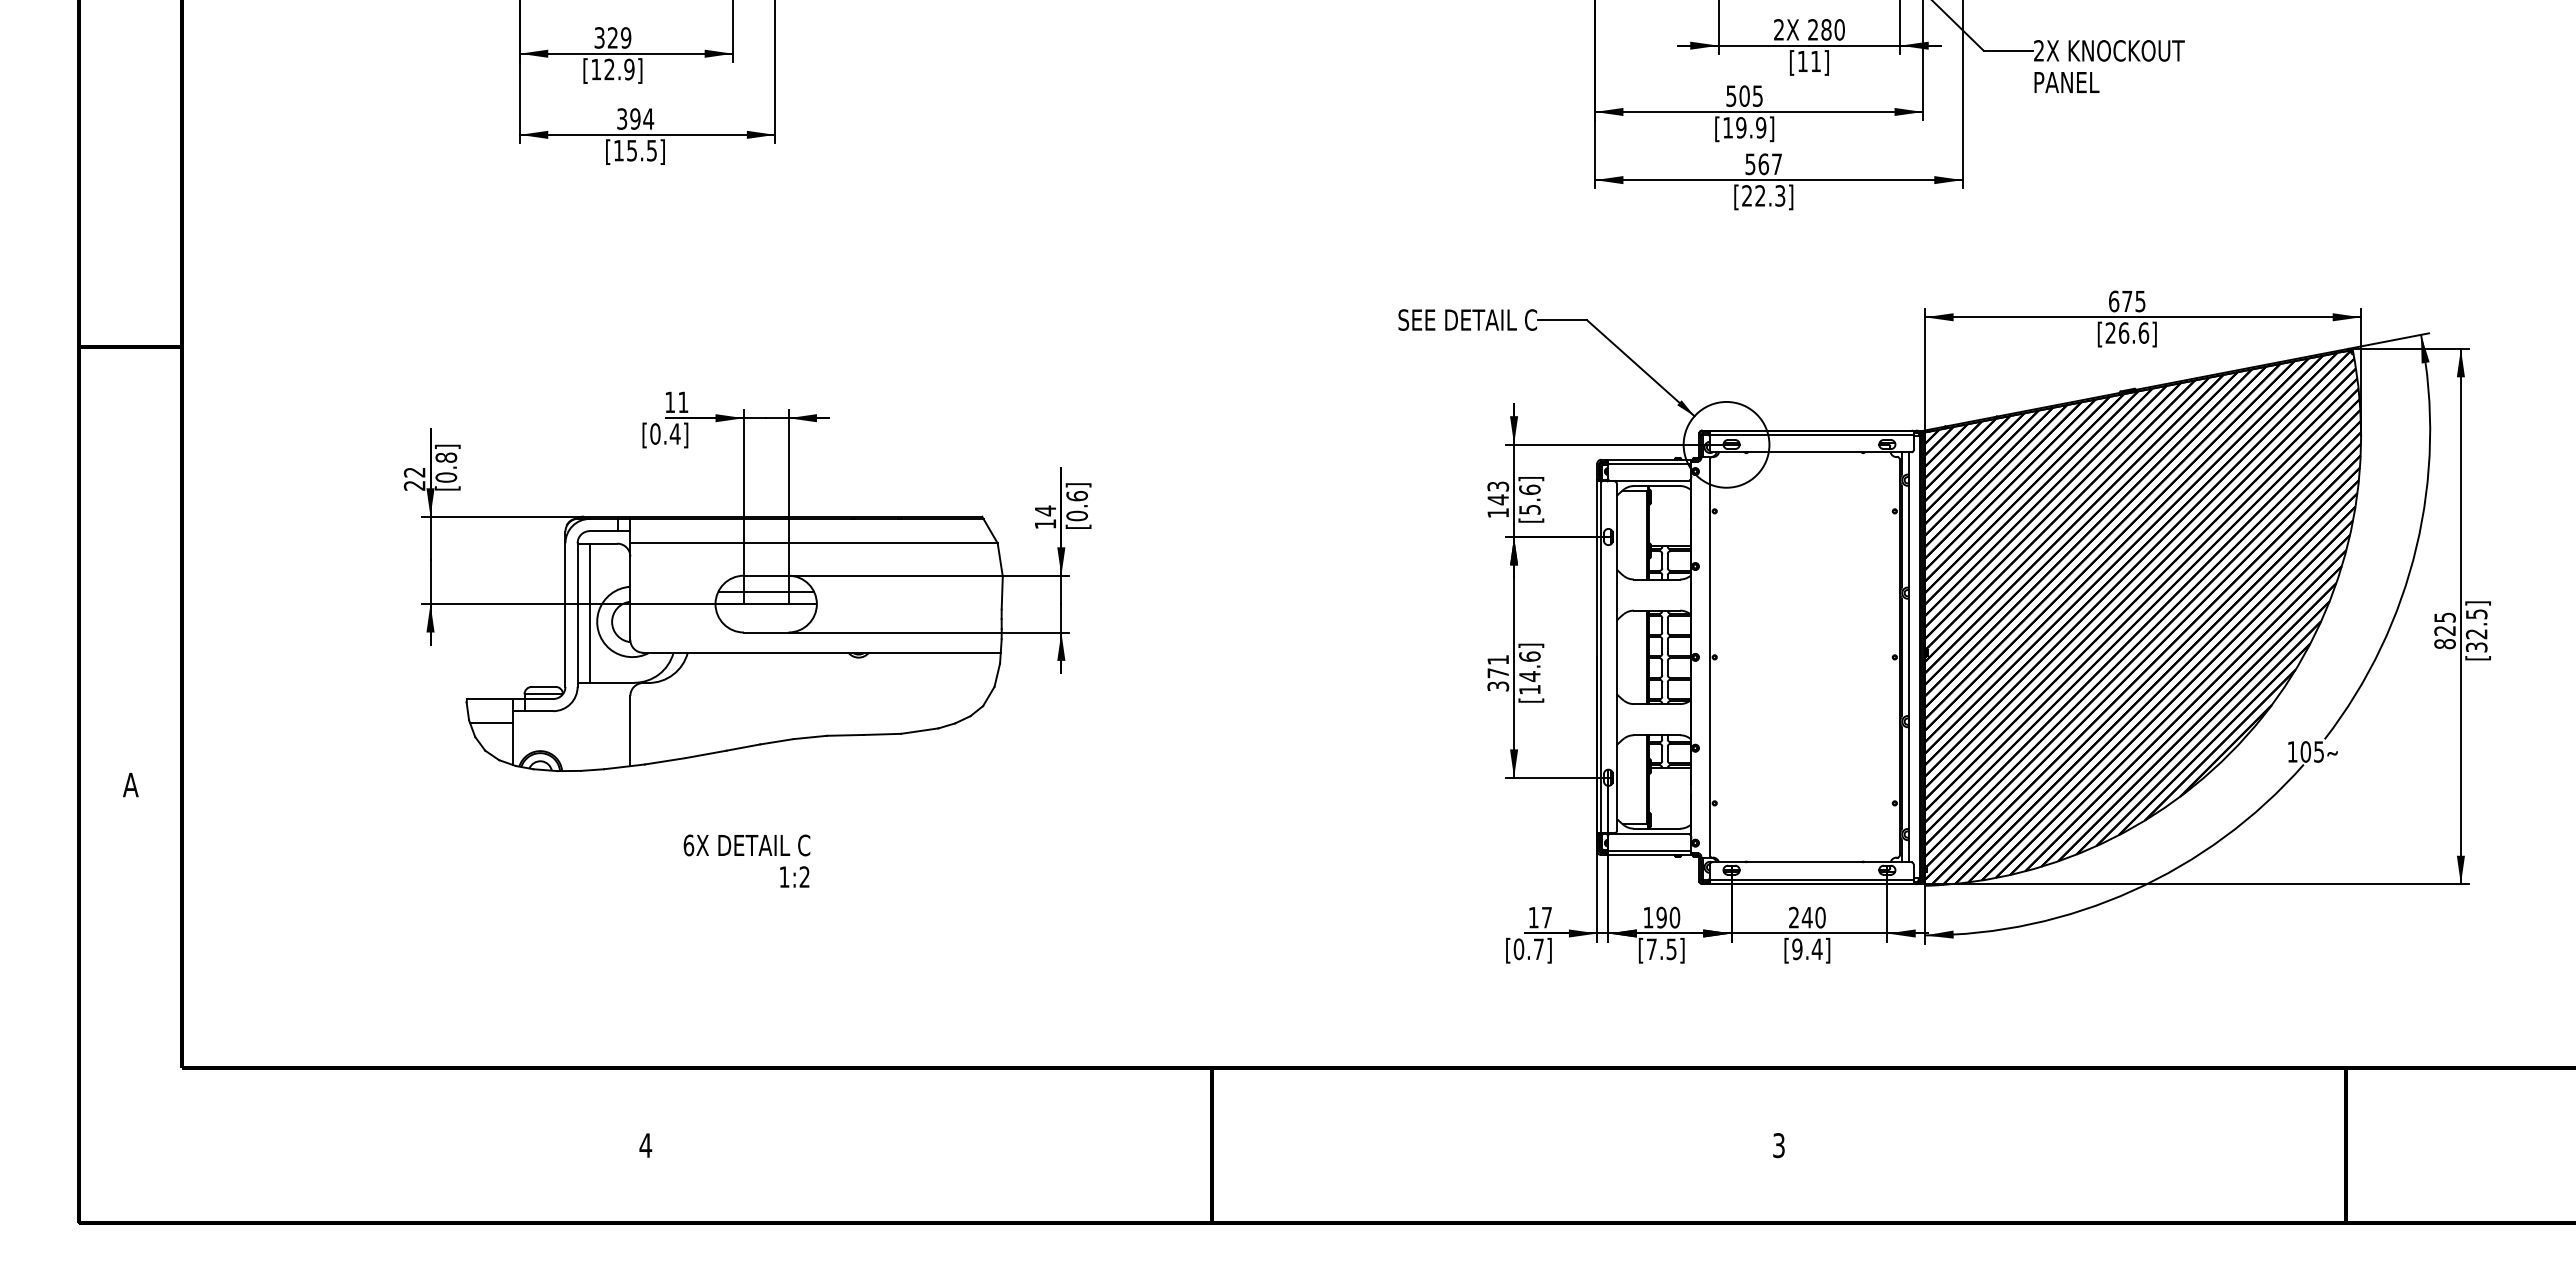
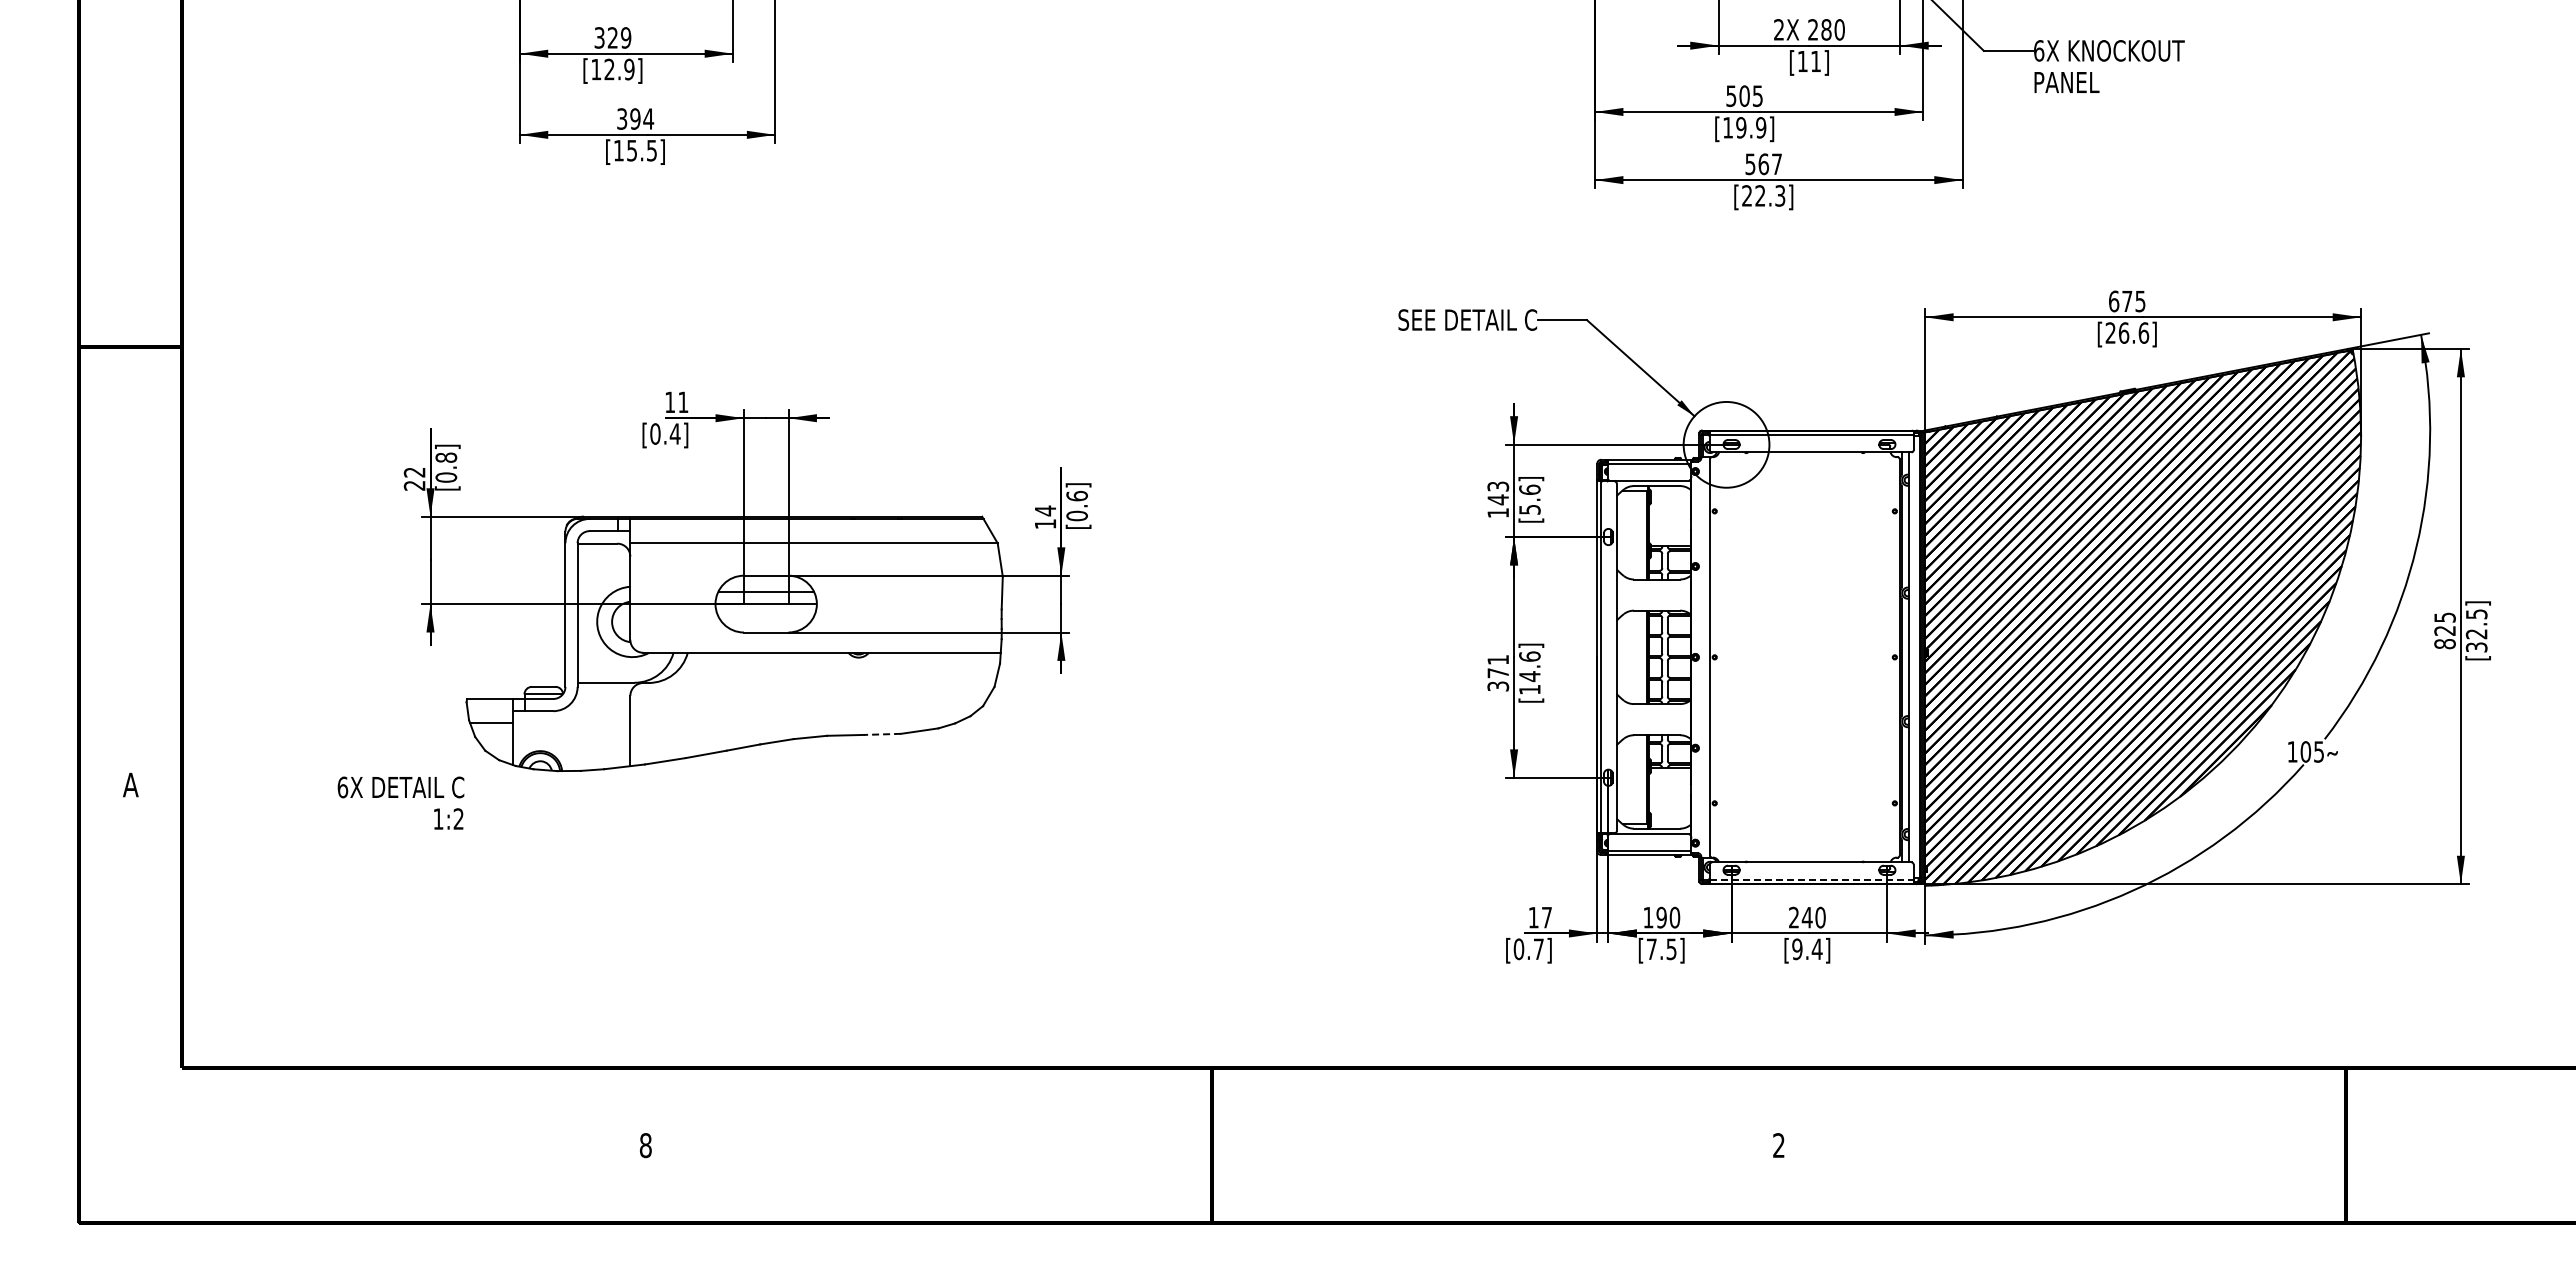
text at (2039, 50): 2X -> 6X
line at (589, 612): present -> none
line at (882, 734): solid -> dashed
text at (746, 860) position: (746, 860) -> (400, 802)
line at (1811, 879): solid -> dashed
text at (645, 1145): 4 -> 8
text at (1778, 1145): 3 -> 2
